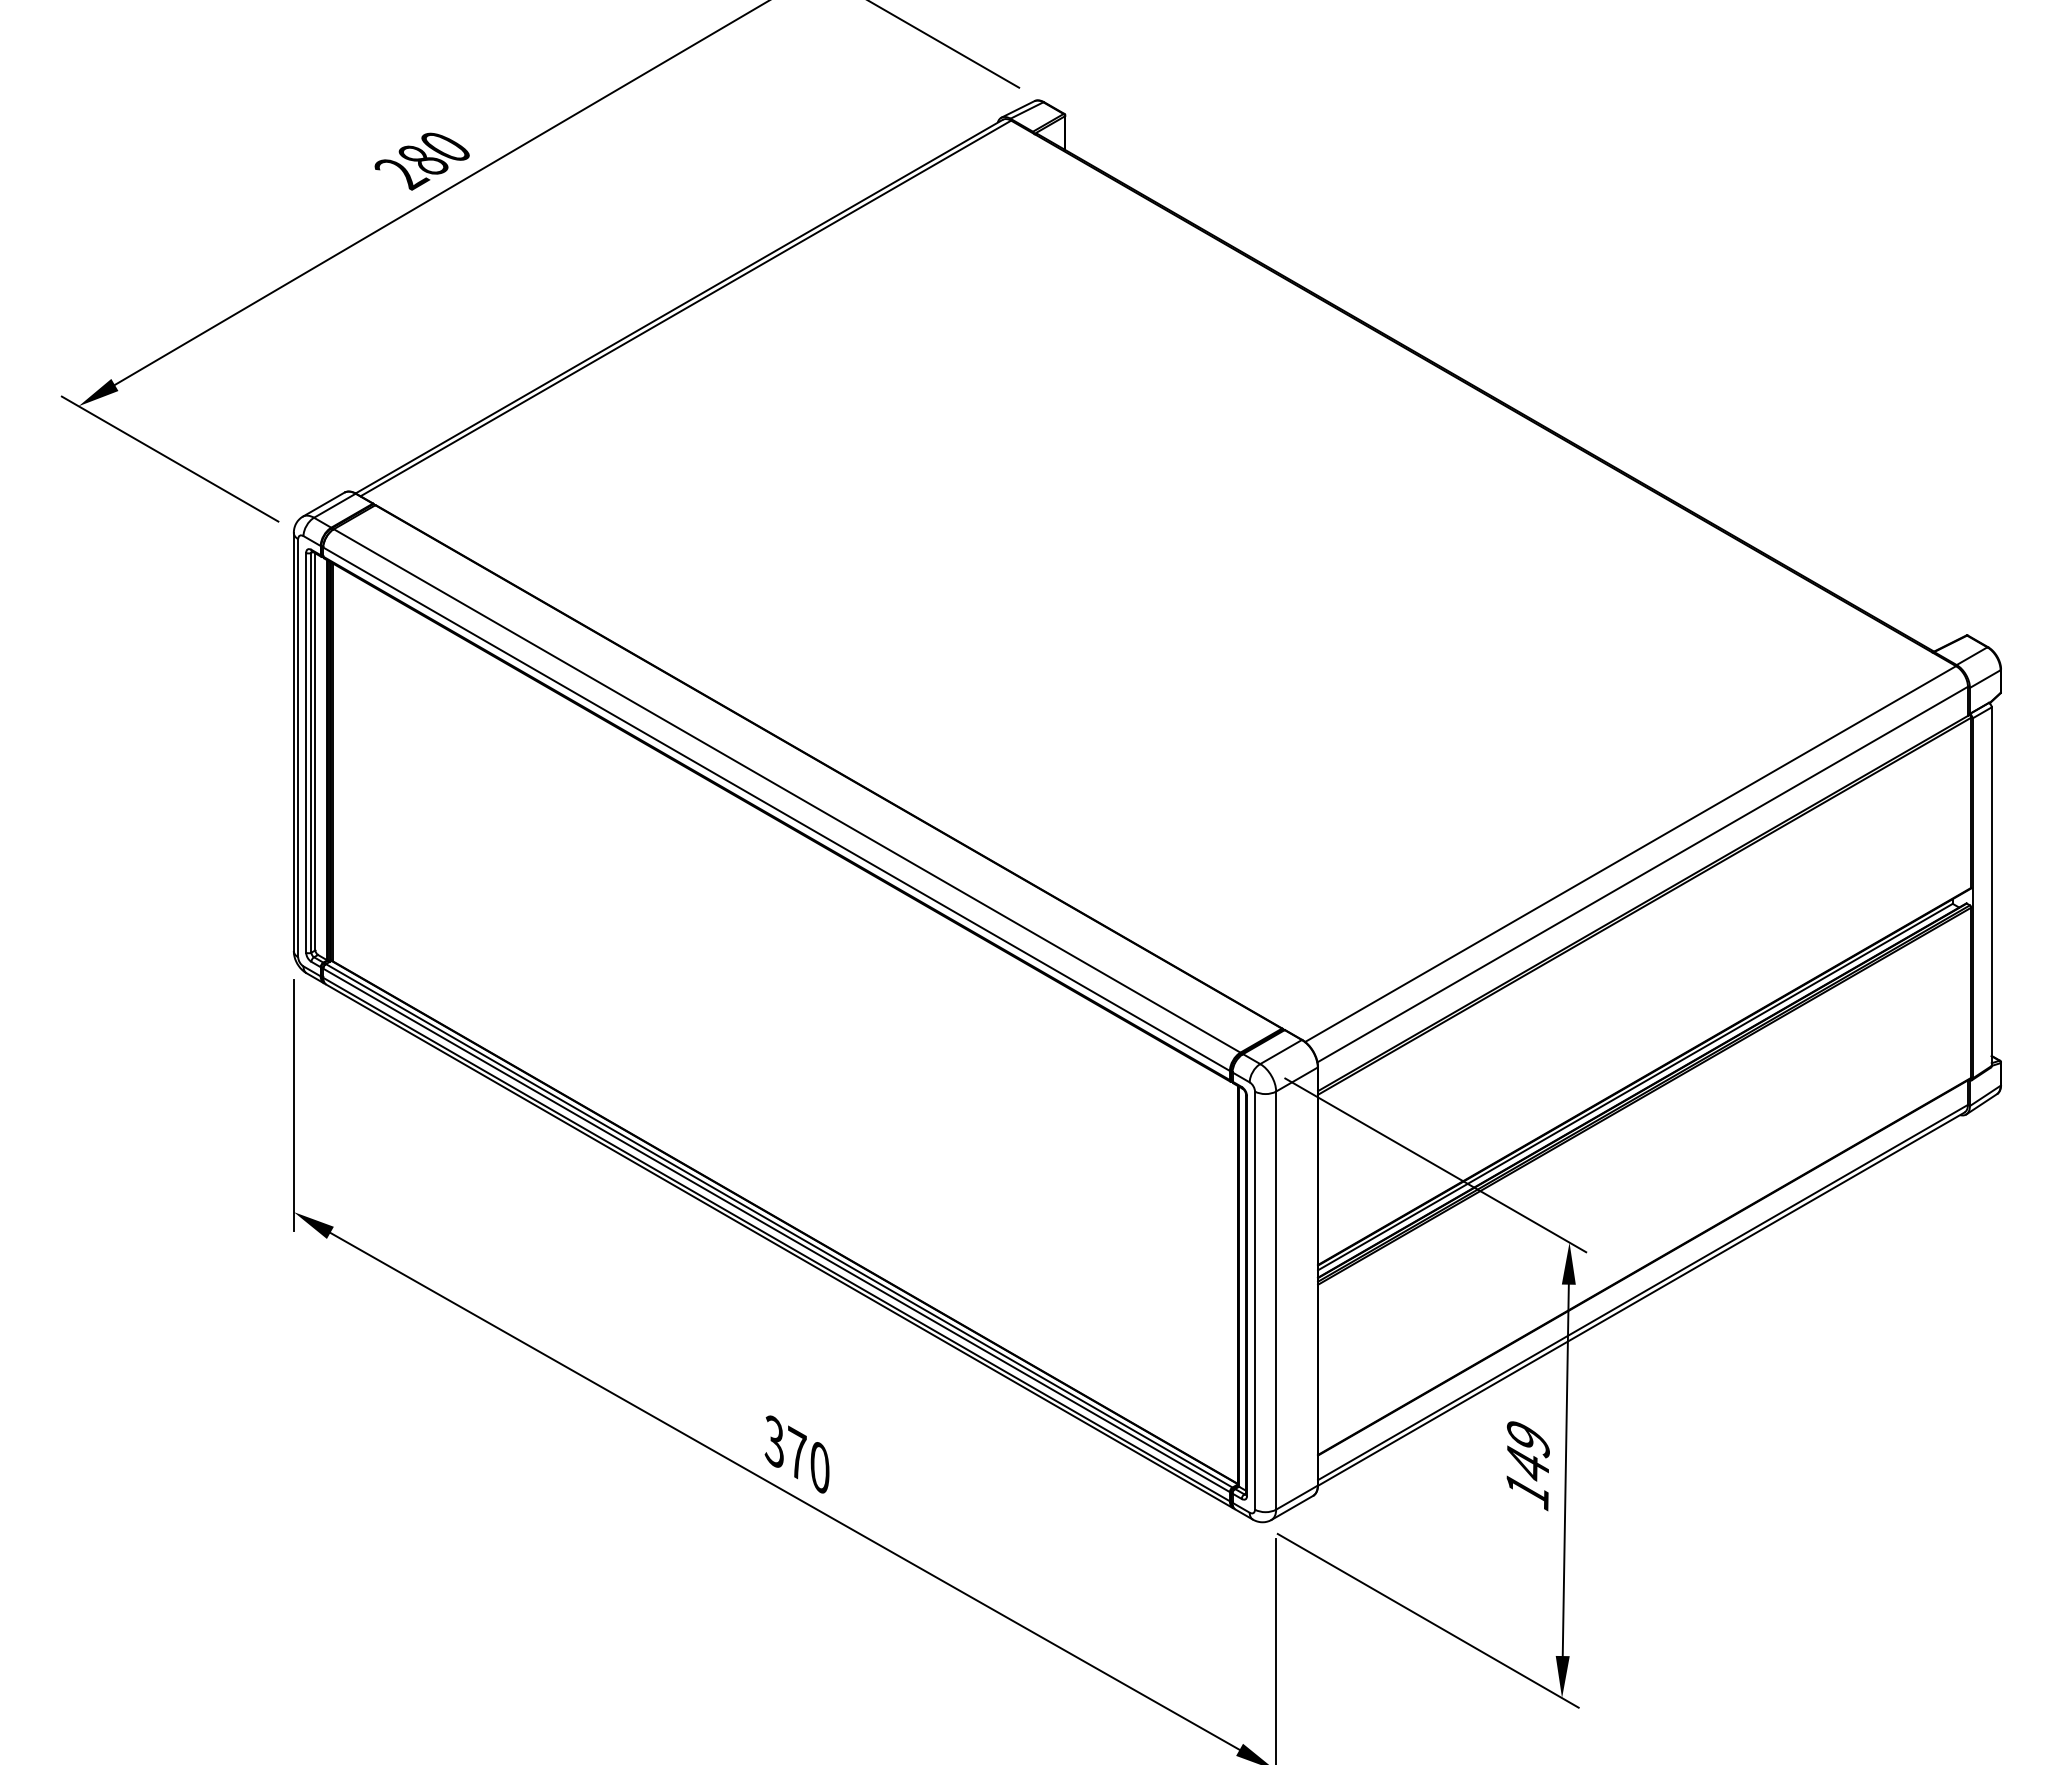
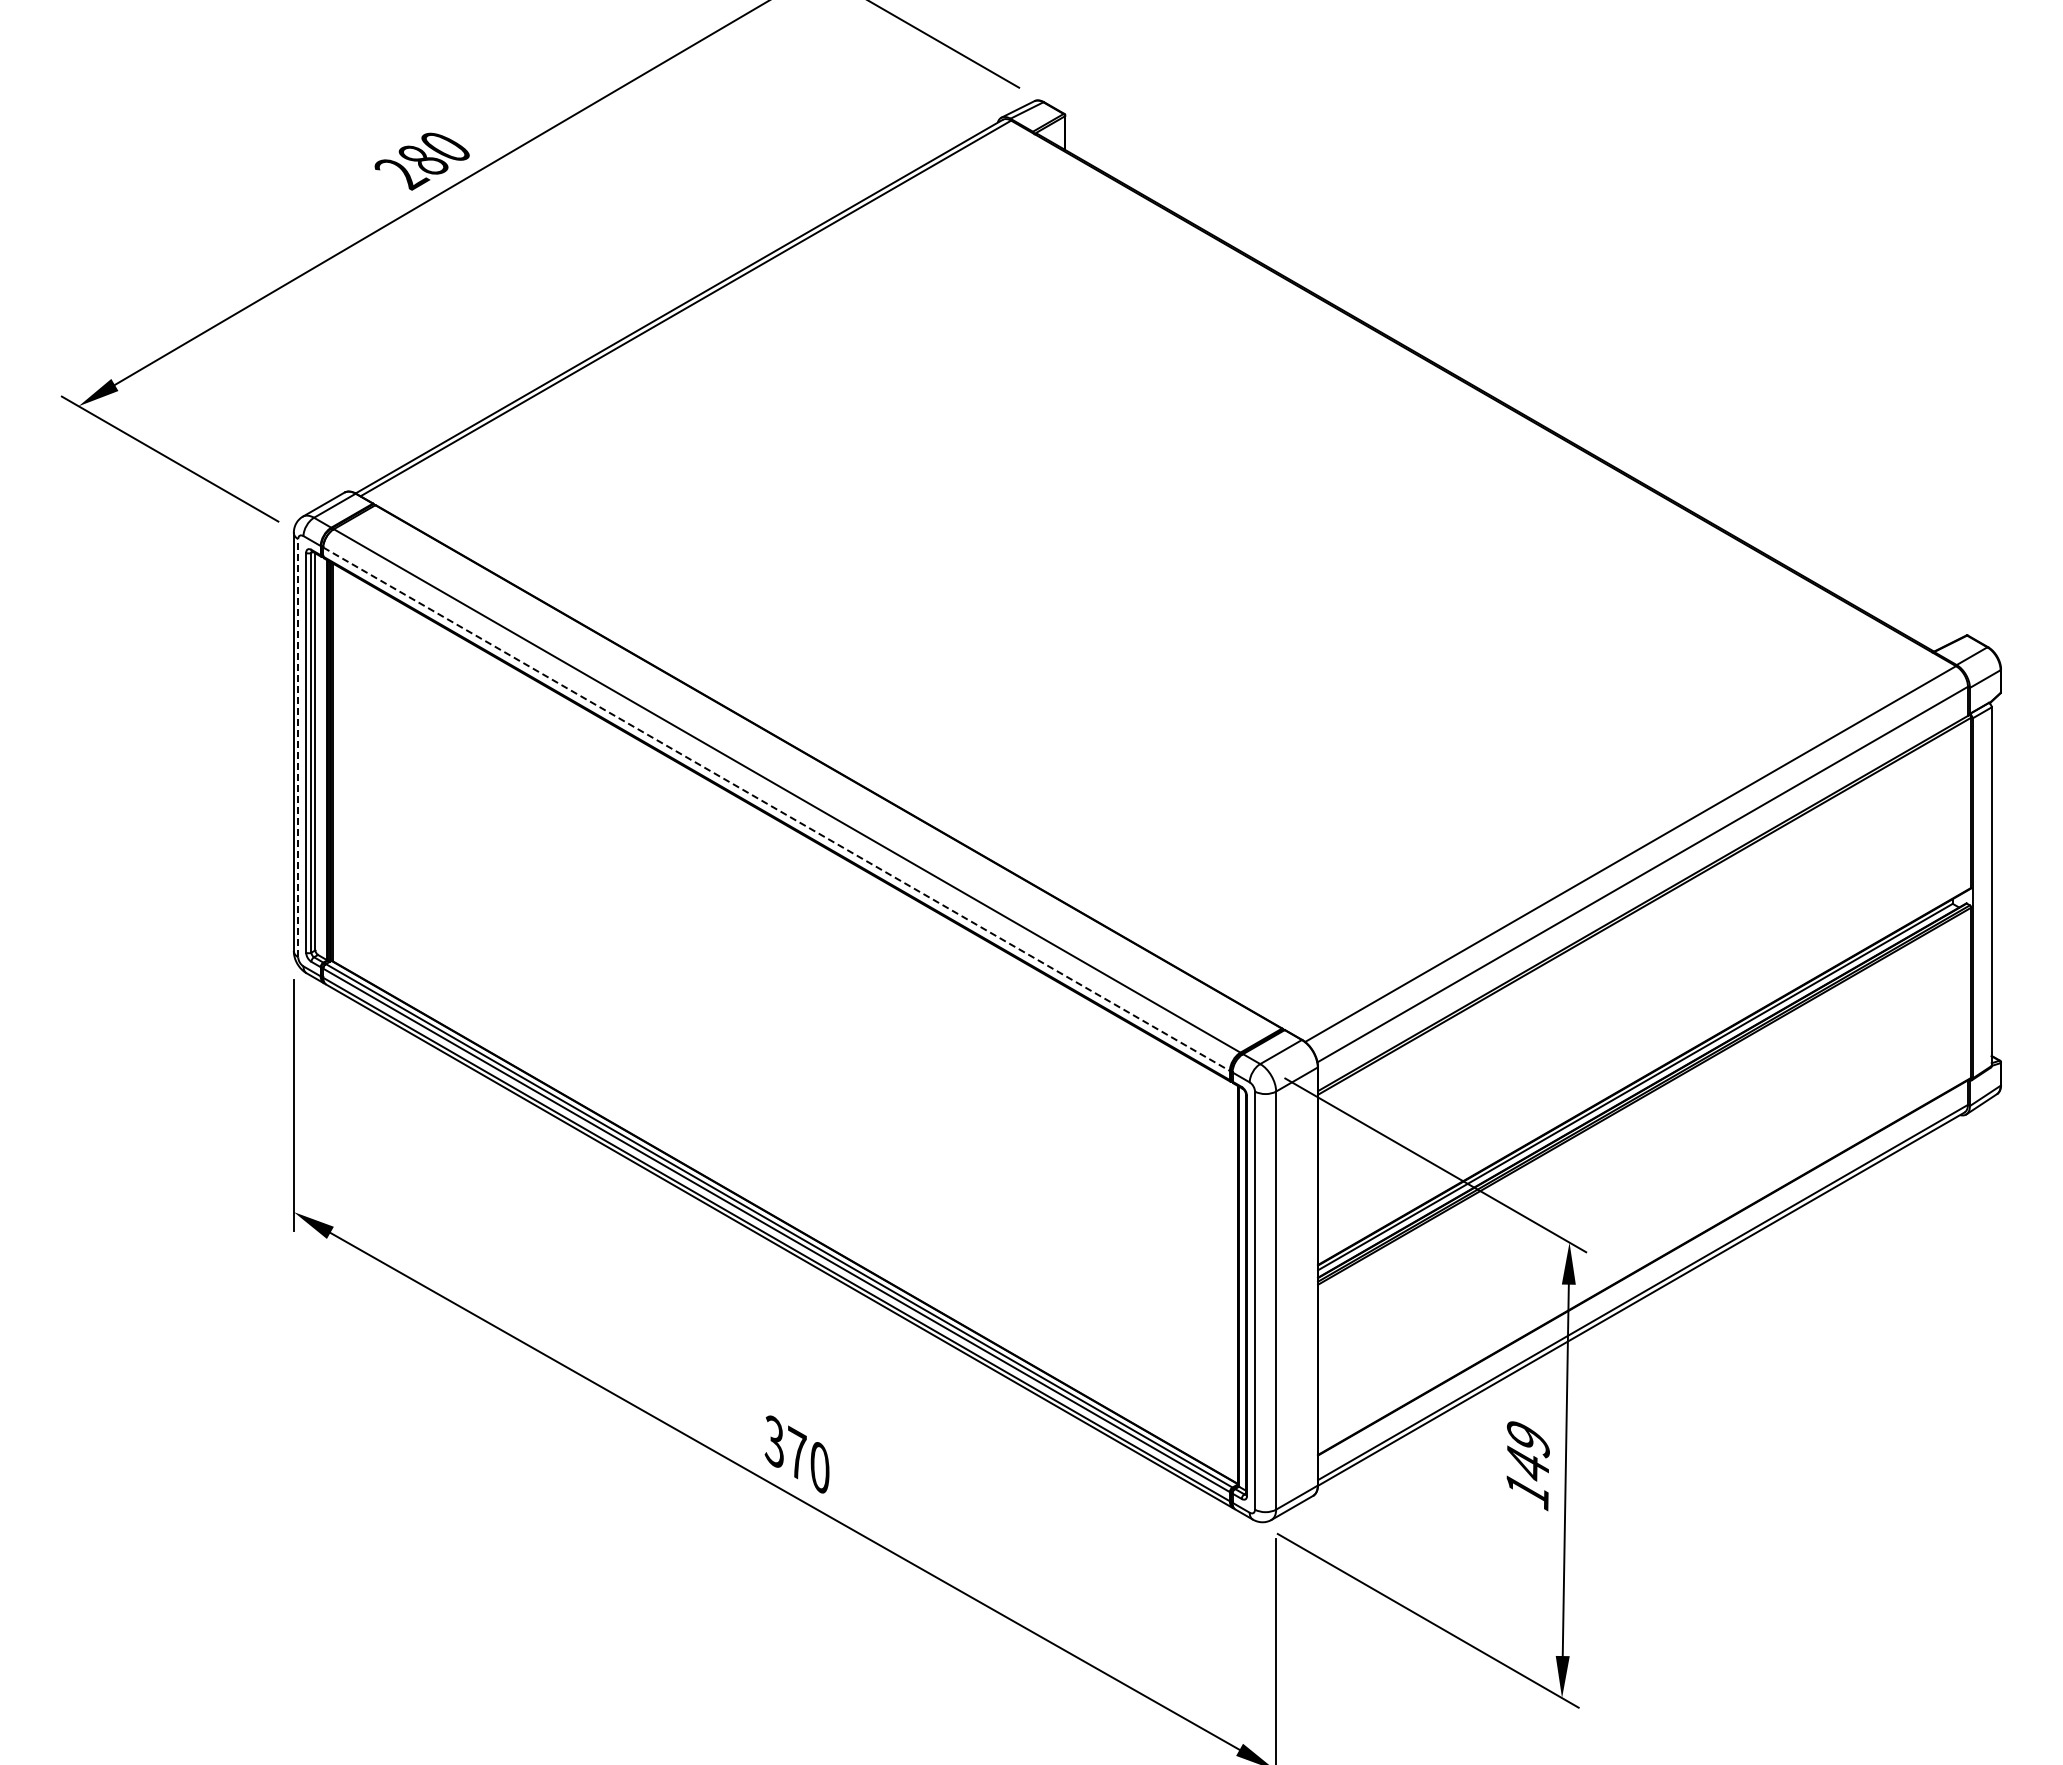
line at (298, 747): solid -> dashed
line at (777, 809): solid -> dashed
